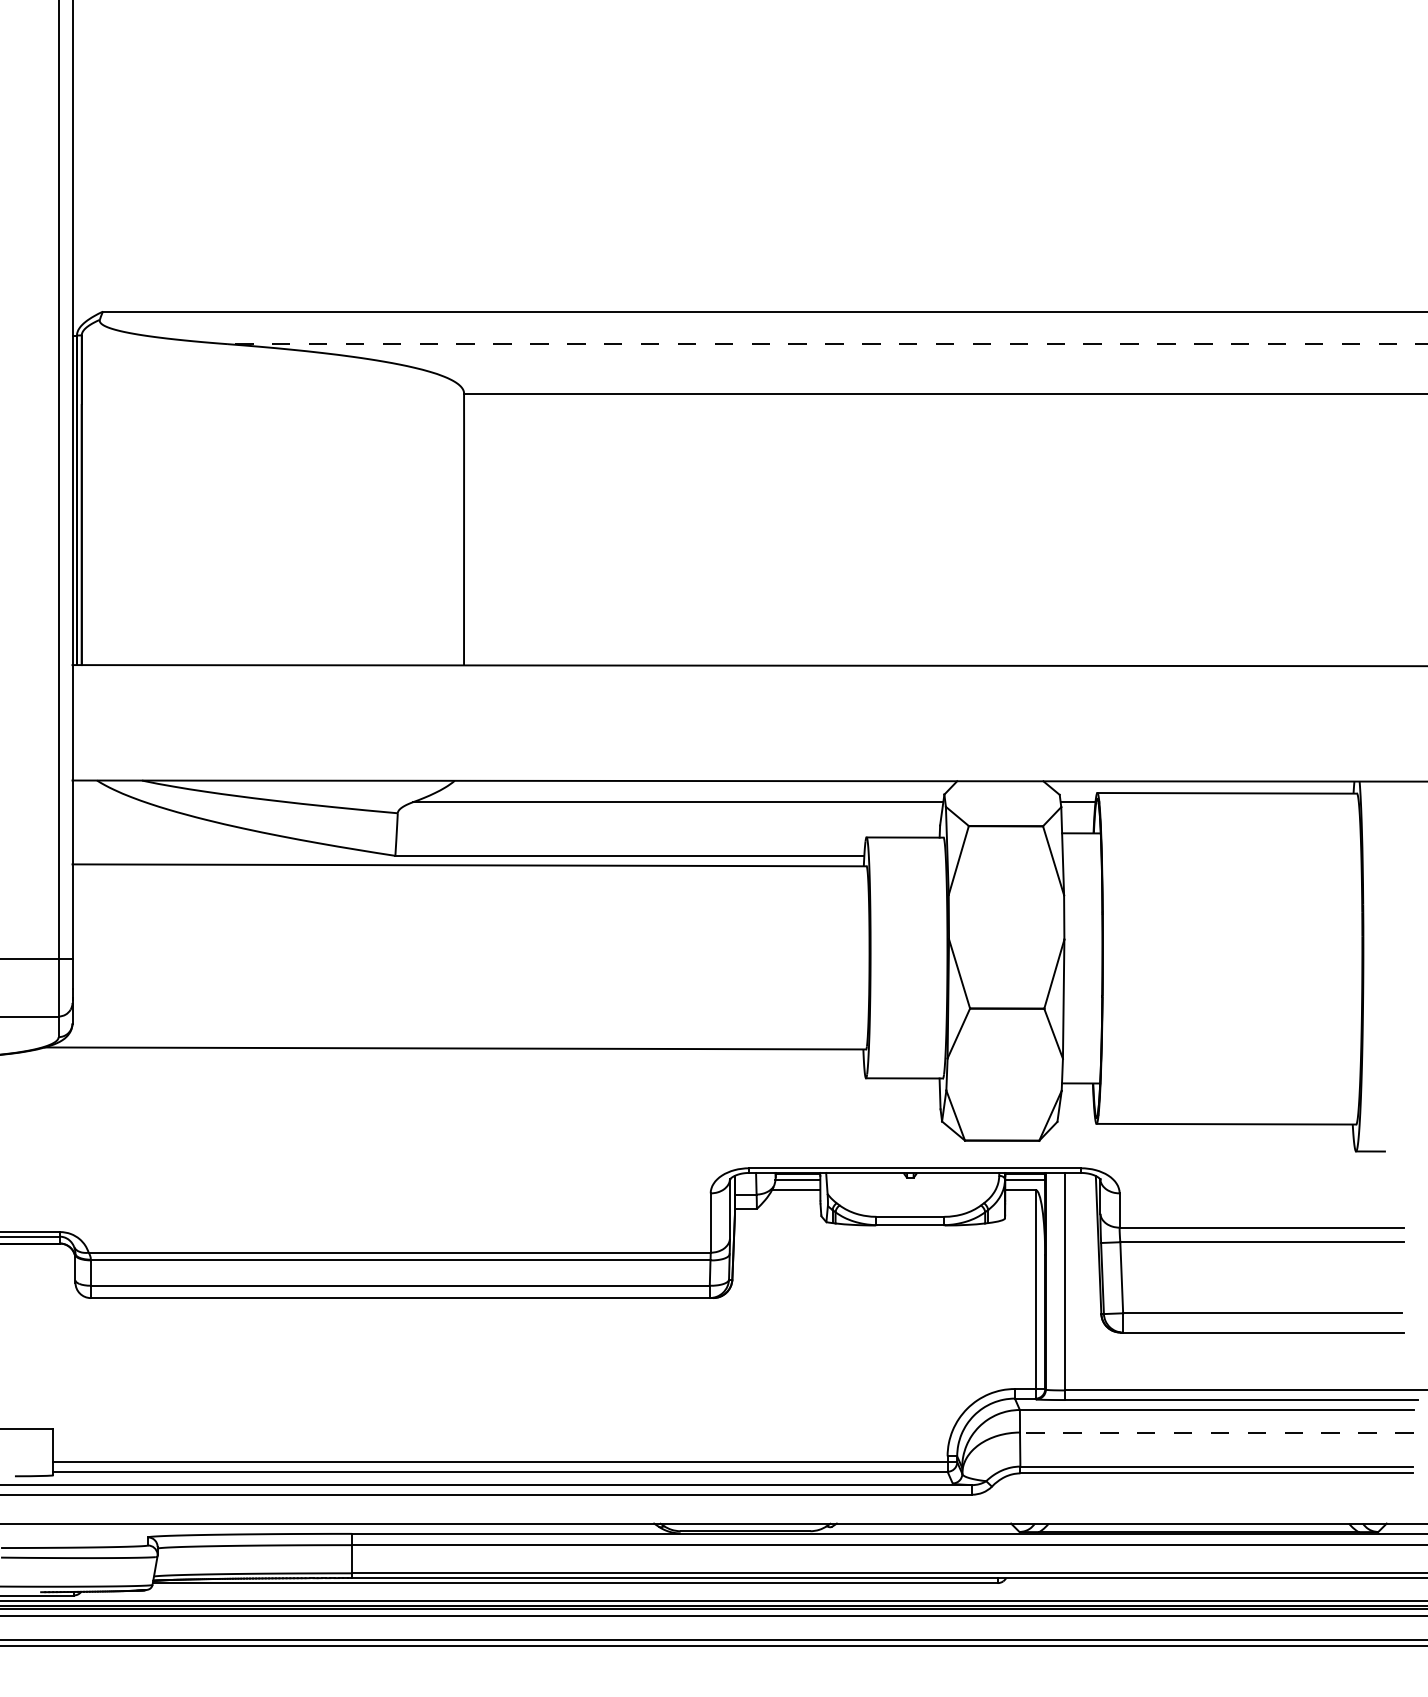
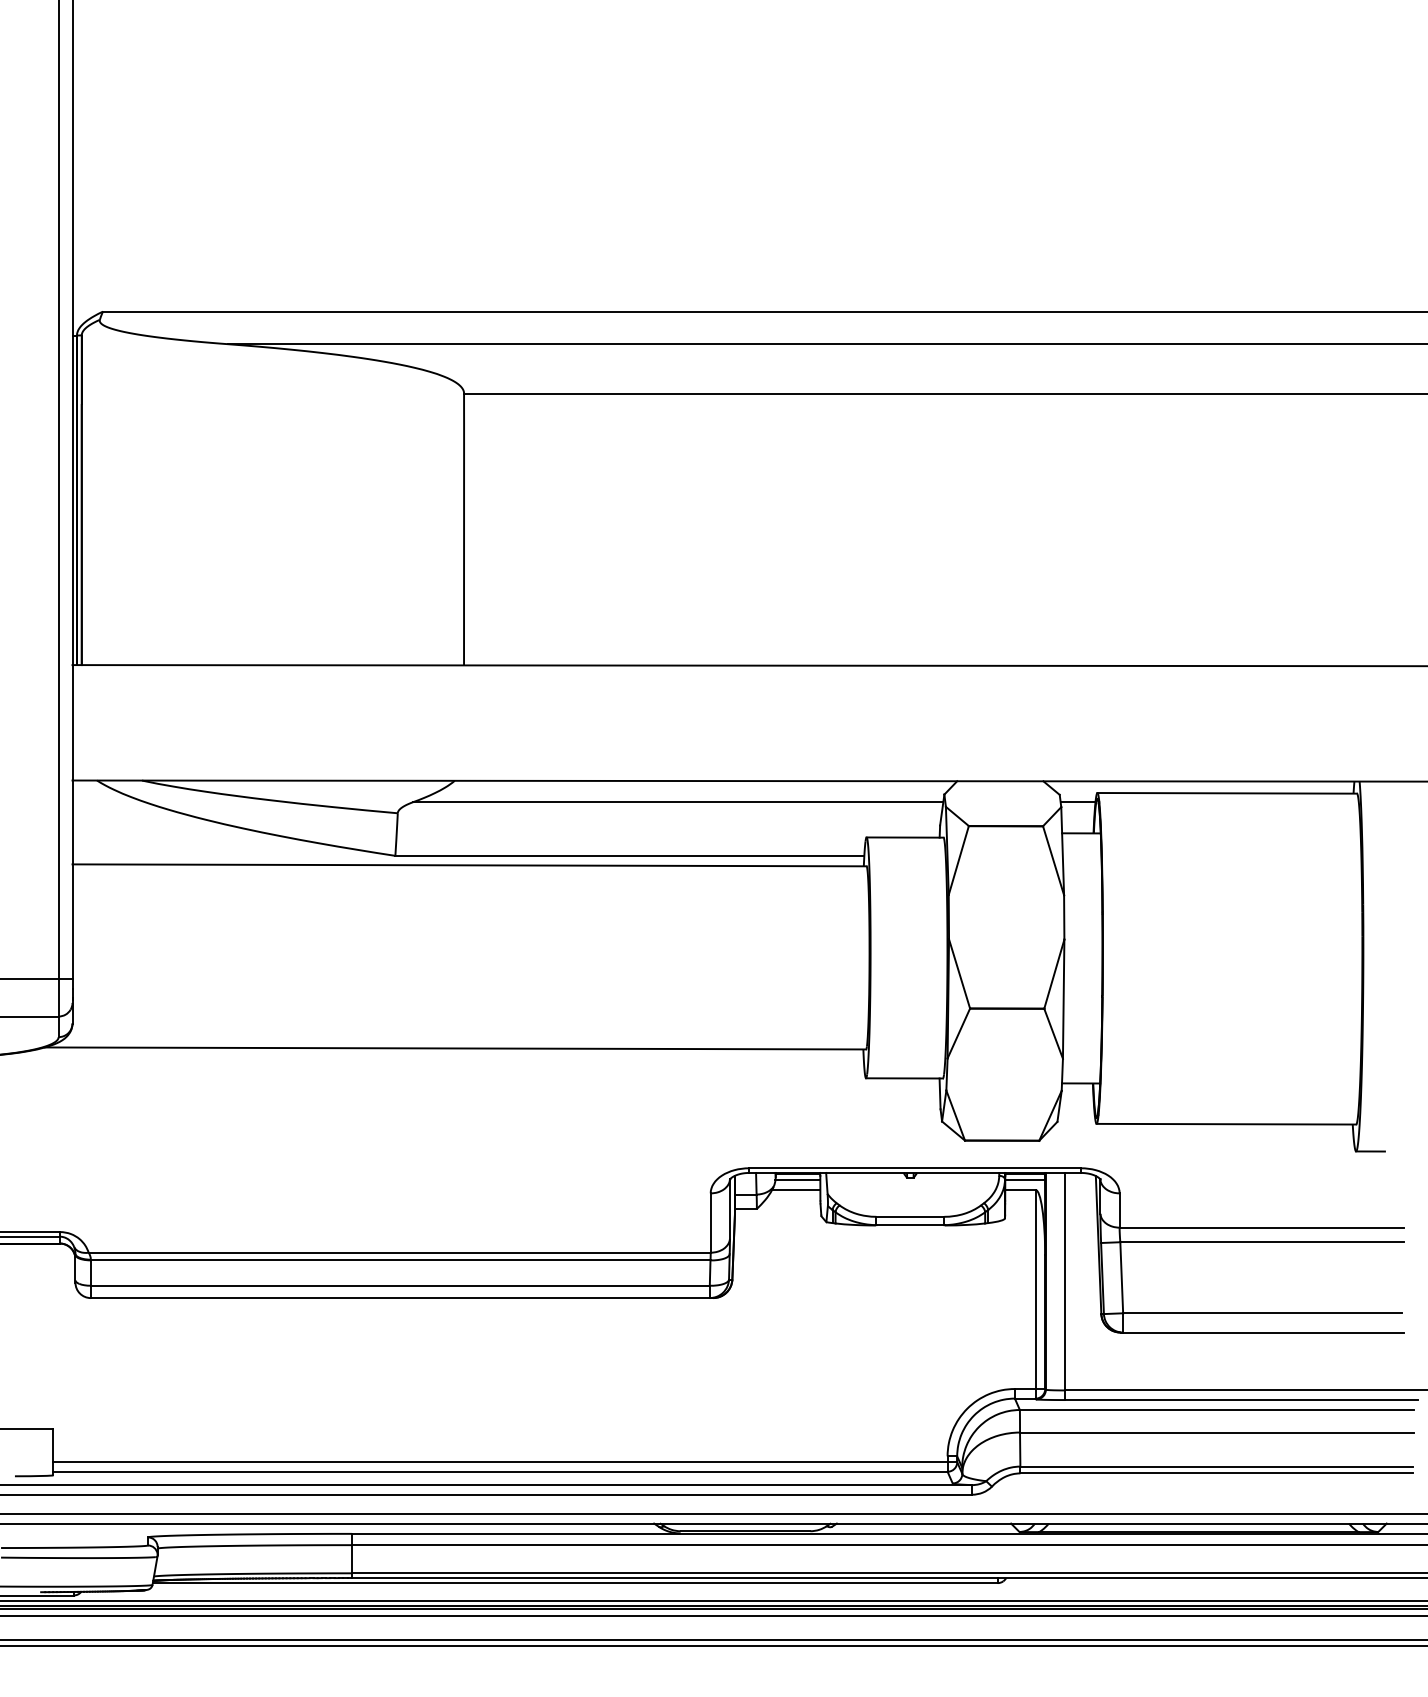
line at (827, 344): dashed -> solid
line at (37, 958) position: (37, 958) -> (37, 978)
line at (1216, 1432): dashed -> solid
line at (713, 1513): none -> present
